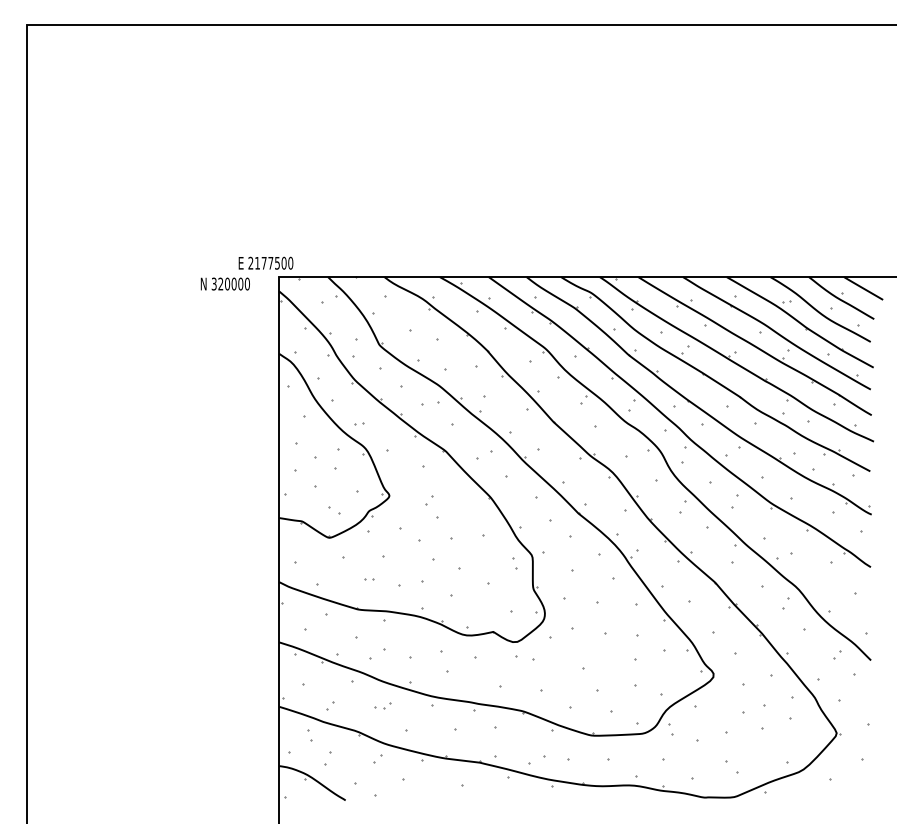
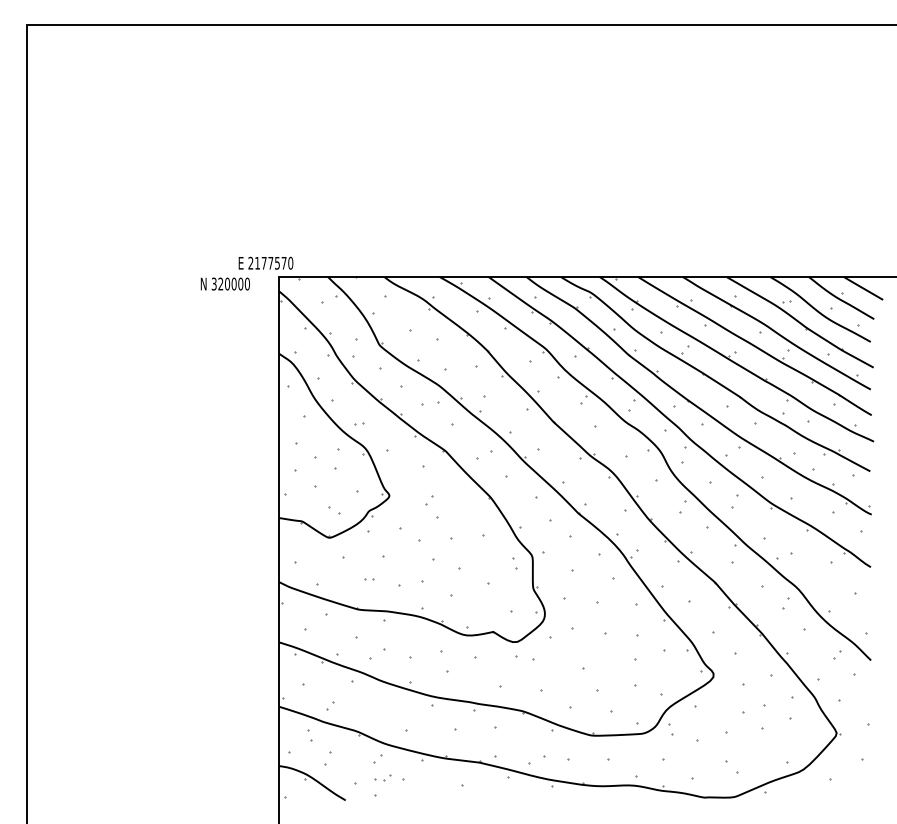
text at (283, 262): 2177500 -> 2177570
part at (382, 705) position: (382, 705) -> (382, 777)
